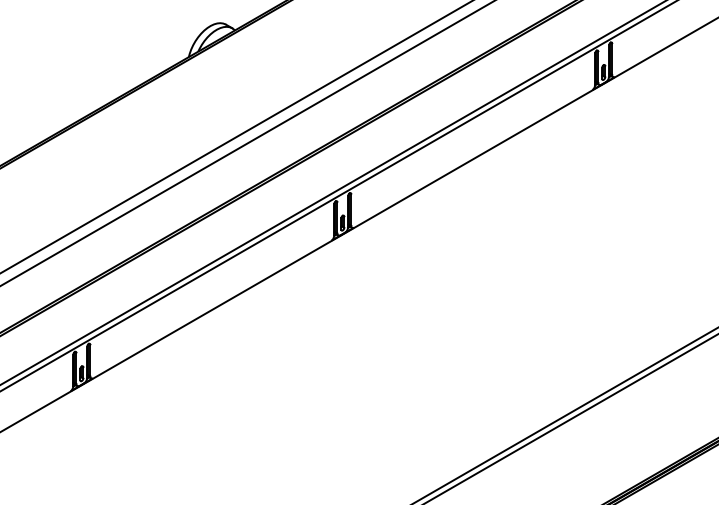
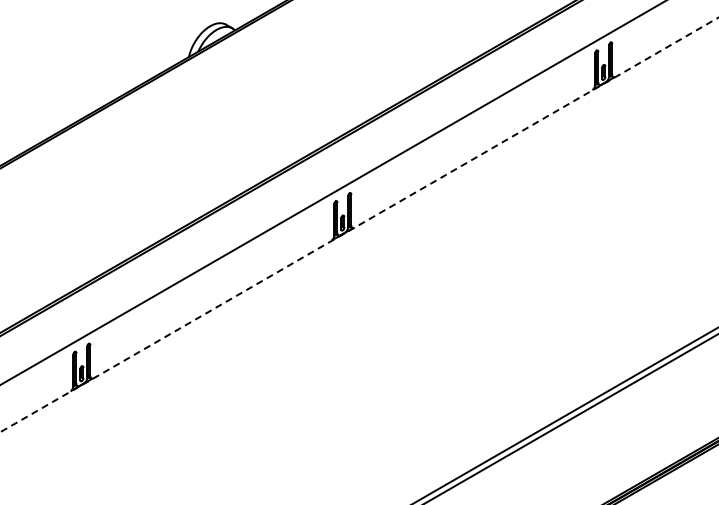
line at (235, 137): present -> none
line at (246, 143): present -> none
line at (338, 196): present -> none
line at (359, 224): solid -> dashed
